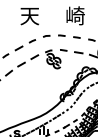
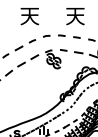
text at (75, 15): 崎 -> 天
